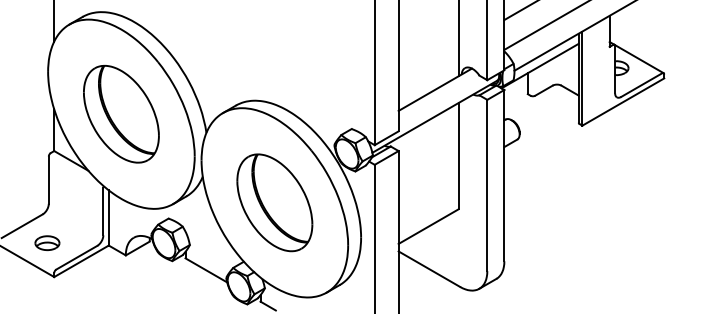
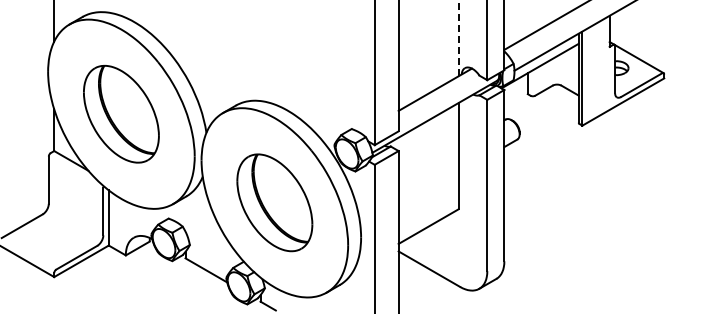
line at (519, 11): present -> none
line at (458, 38): solid -> dashed
part at (47, 243): present -> none
